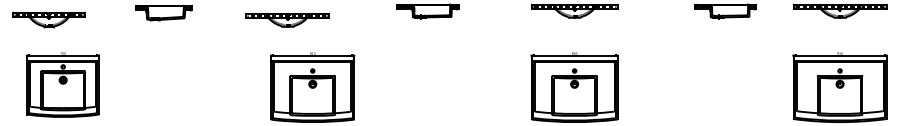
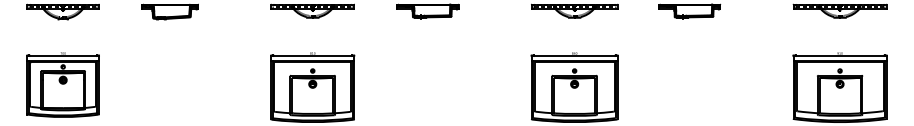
part at (725, 11) position: (725, 11) -> (689, 11)
part at (163, 12) position: (163, 12) -> (169, 11)
part at (48, 19) position: (48, 19) -> (62, 11)
part at (287, 19) position: (287, 19) -> (312, 10)
